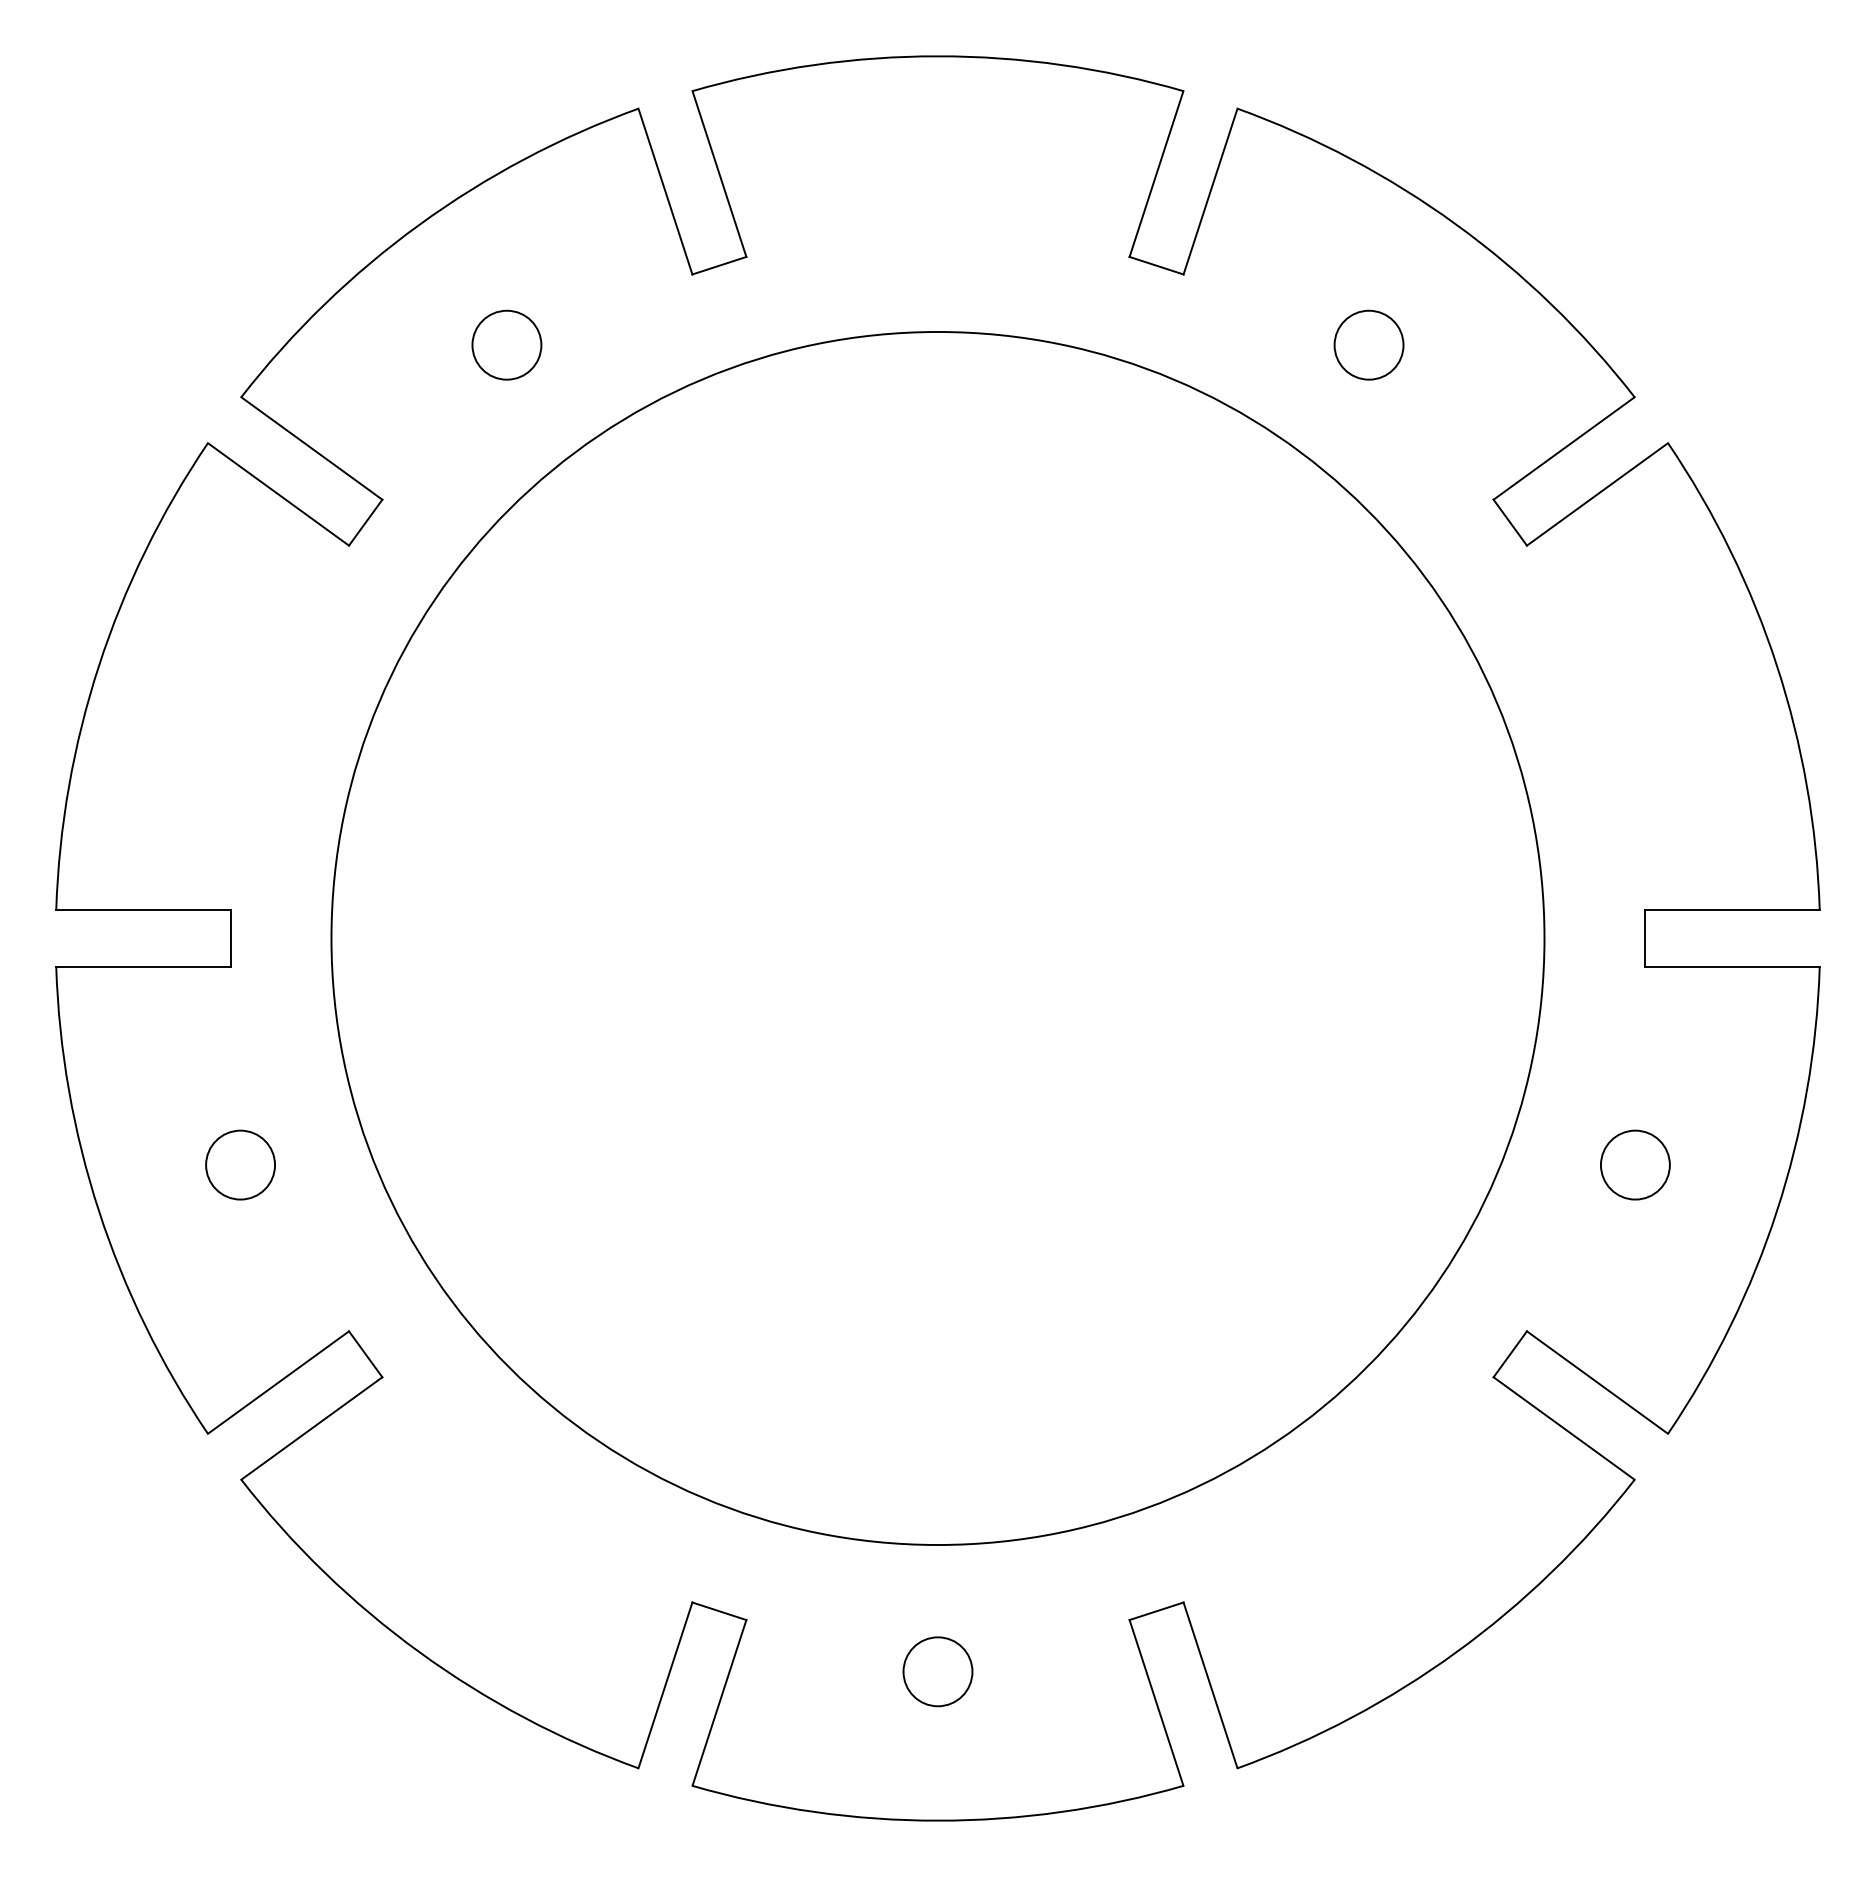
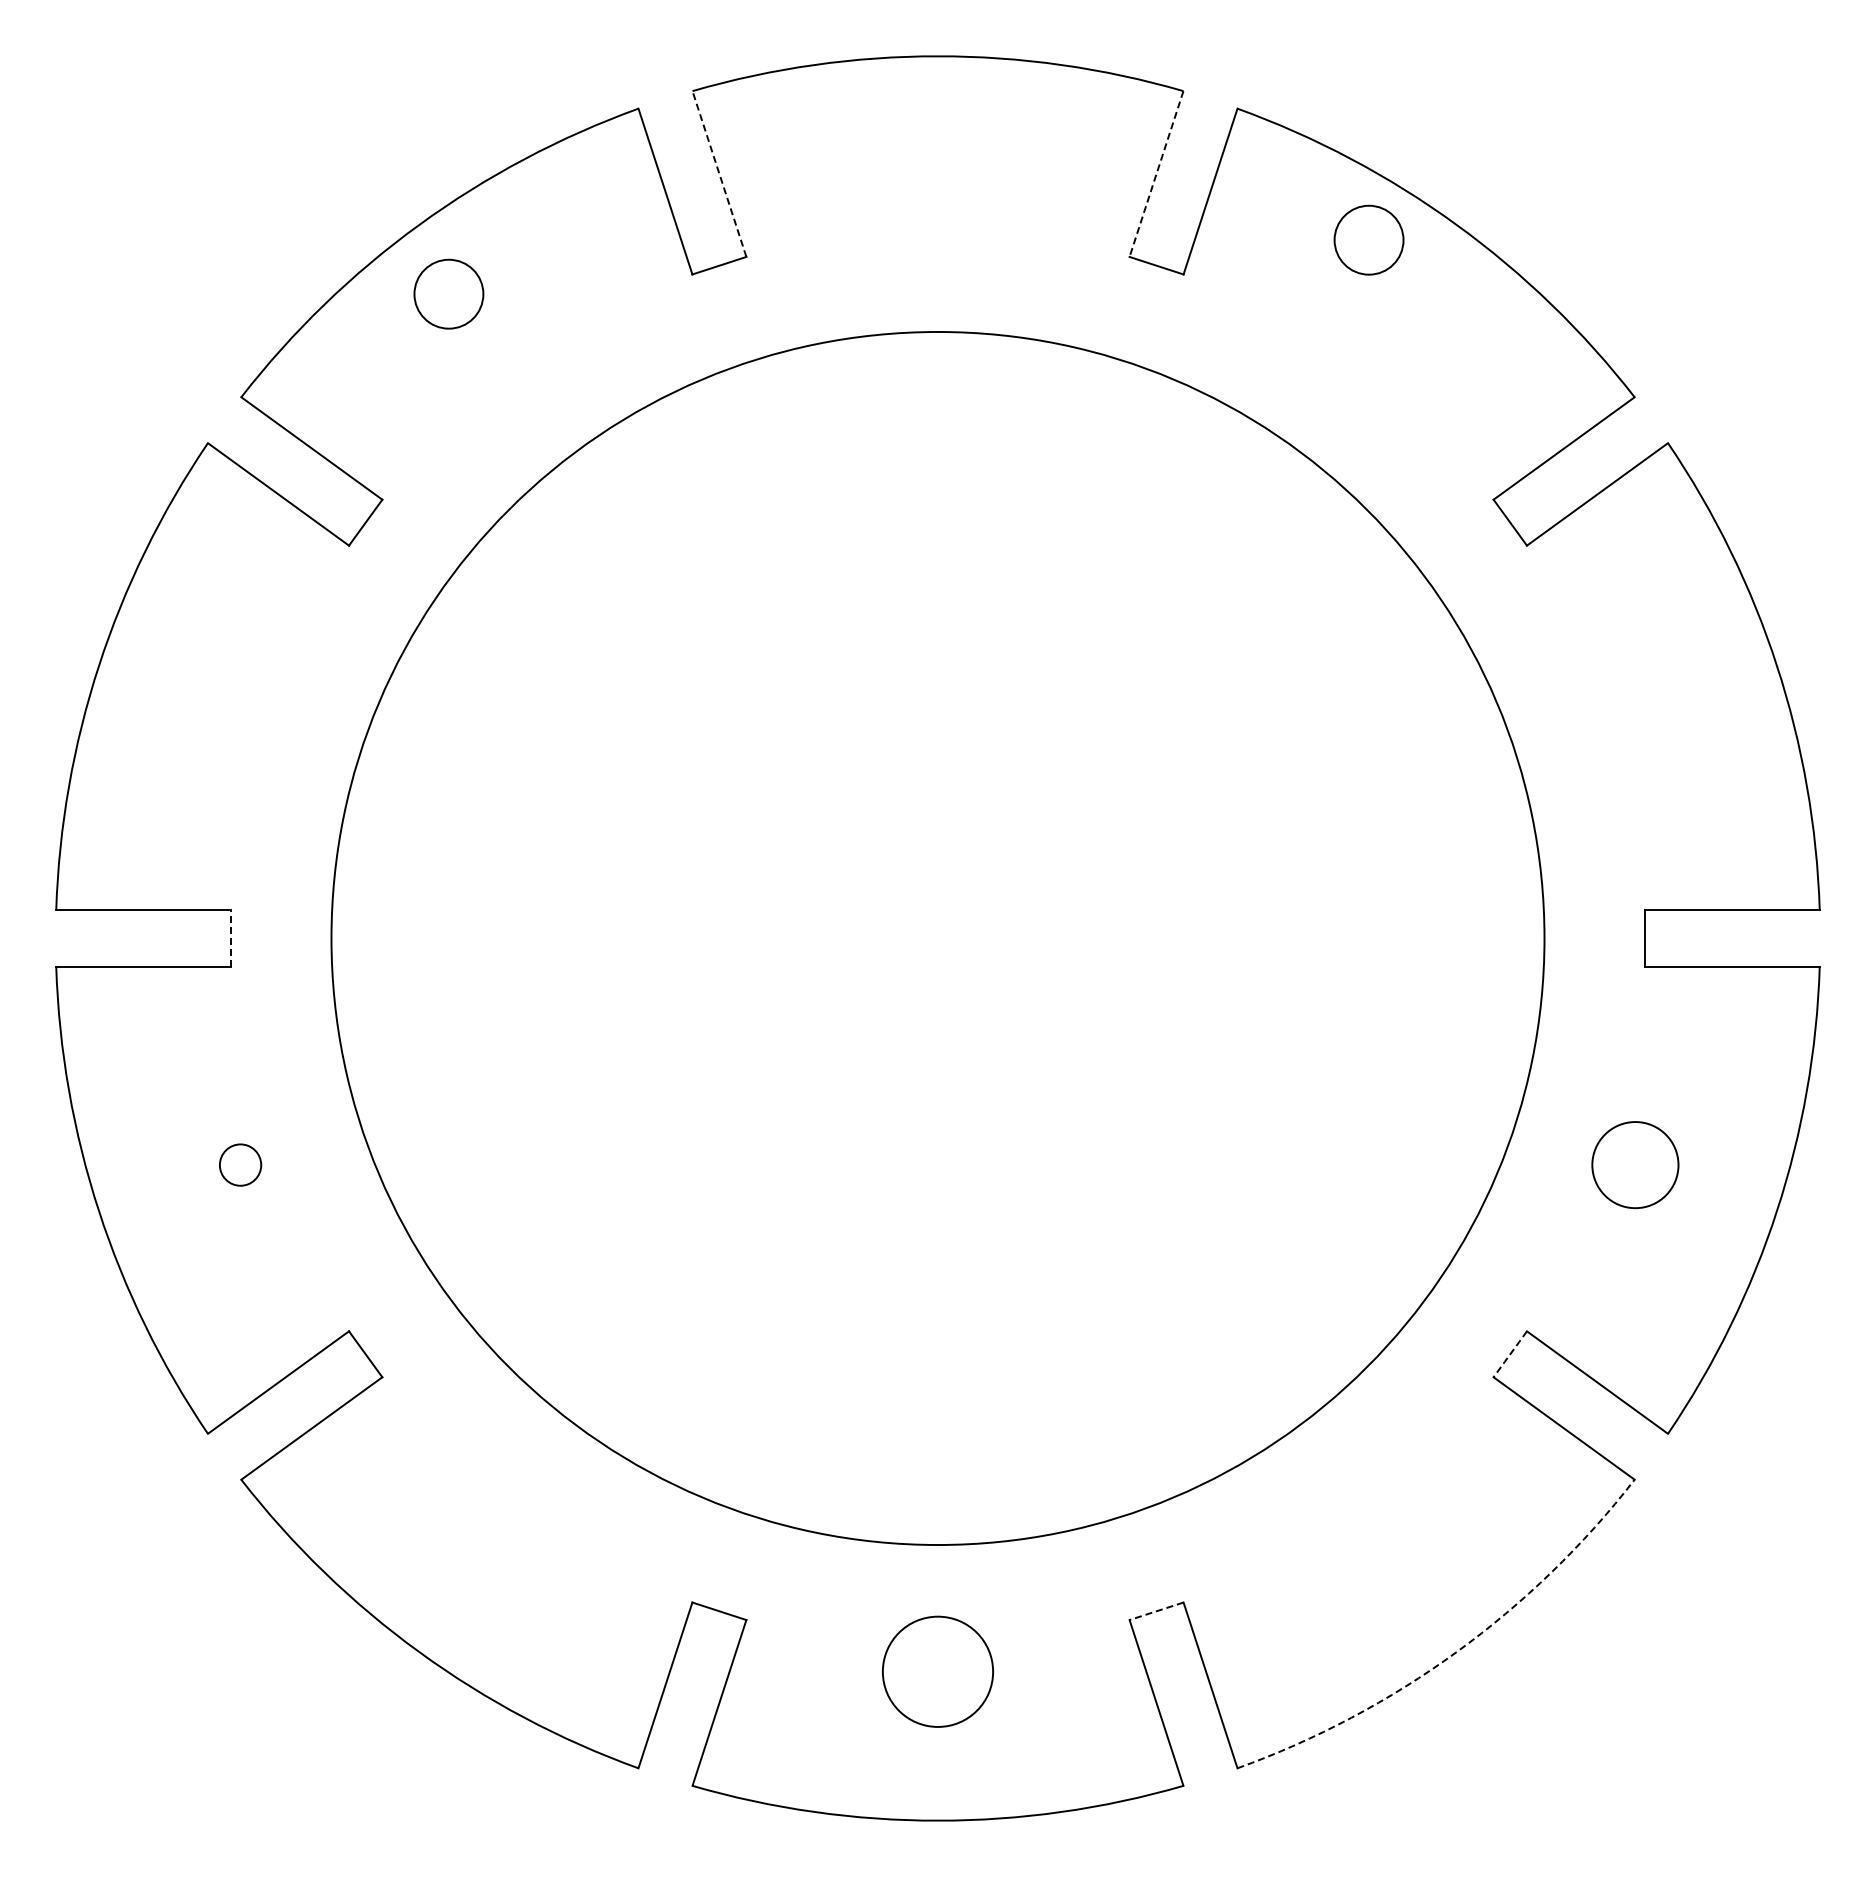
line at (719, 173): solid -> dashed
line at (1156, 174): solid -> dashed
circle at (506, 344) position: (506, 344) -> (448, 293)
circle at (1368, 344) position: (1368, 344) -> (1368, 239)
line at (230, 938): solid -> dashed
circle at (240, 1164) diameter: 69 px -> 41 px
circle at (1634, 1164) diameter: 69 px -> 86 px
line at (1510, 1354): solid -> dashed
line at (1156, 1611): solid -> dashed
arc at (1456, 1652): solid -> dashed
circle at (937, 1671) diameter: 69 px -> 110 px
